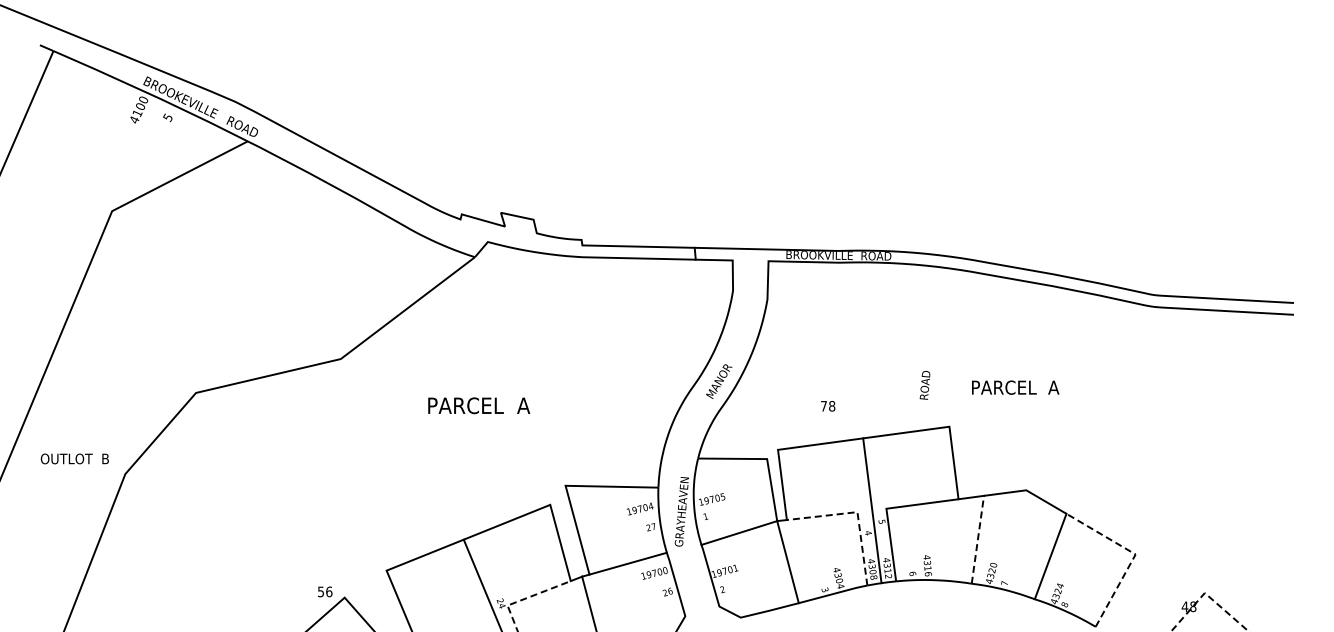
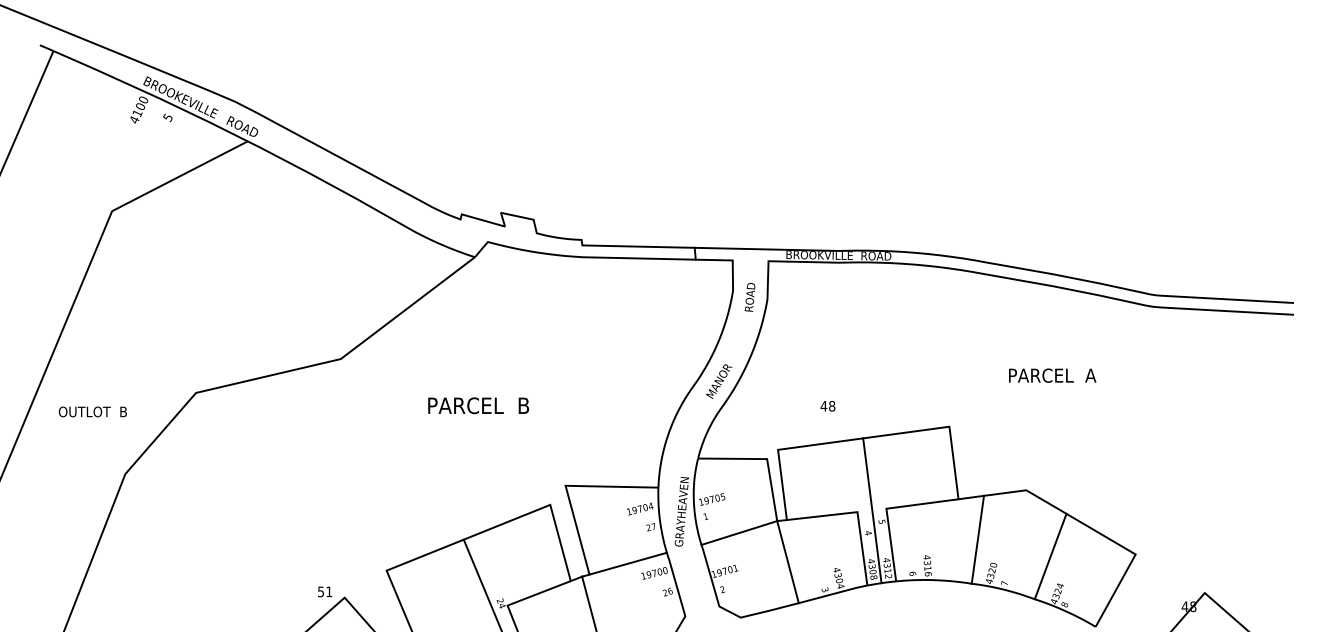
text at (924, 385) position: (924, 385) -> (749, 297)
text at (1015, 387) position: (1015, 387) -> (1052, 375)
text at (523, 405): PARCEL  A -> PARCEL  B
text at (823, 406): 78 -> 48
text at (74, 458) position: (74, 458) -> (92, 411)
line at (857, 513): dashed -> solid
line at (977, 539): dashed -> solid
line at (1135, 554): dashed -> solid
text at (329, 591): 56 -> 51
line at (1207, 594): dashed -> solid
line at (526, 598): dashed -> solid
